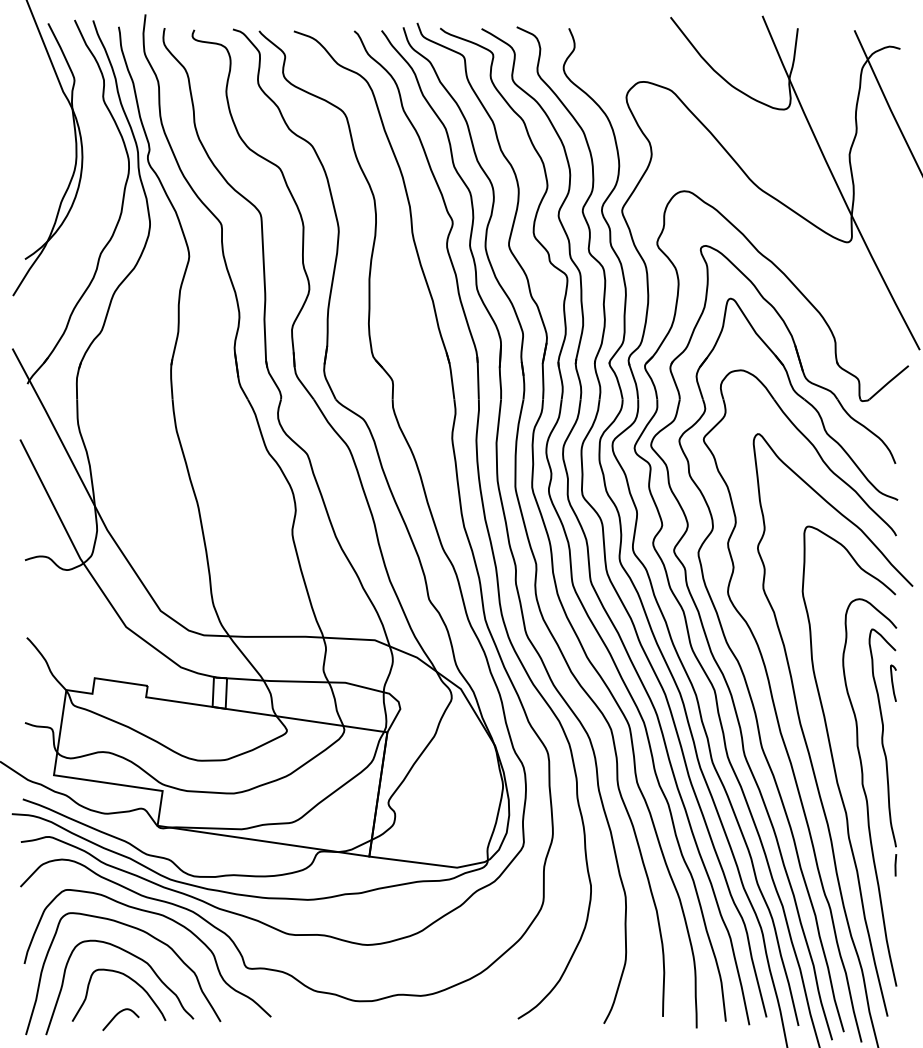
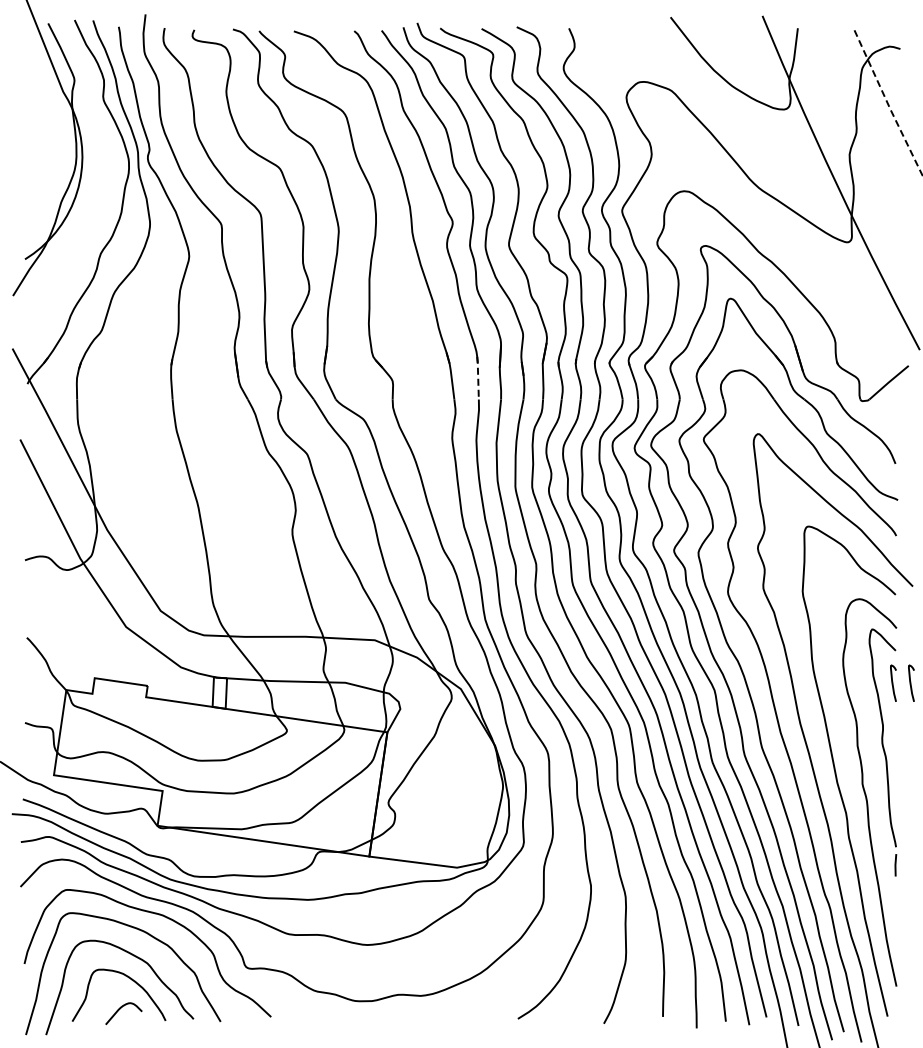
line at (888, 104): solid -> dashed
line at (478, 377): solid -> dashed
curve at (911, 682): none -> present
curve at (117, 1015) position: (117, 1015) -> (120, 1009)
